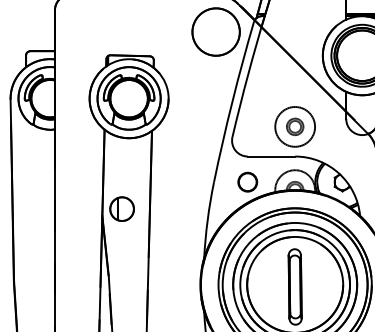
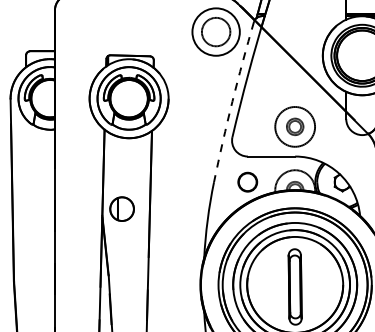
circle at (215, 31) diameter: 47 px -> 28 px
arc at (232, 101): solid -> dashed
